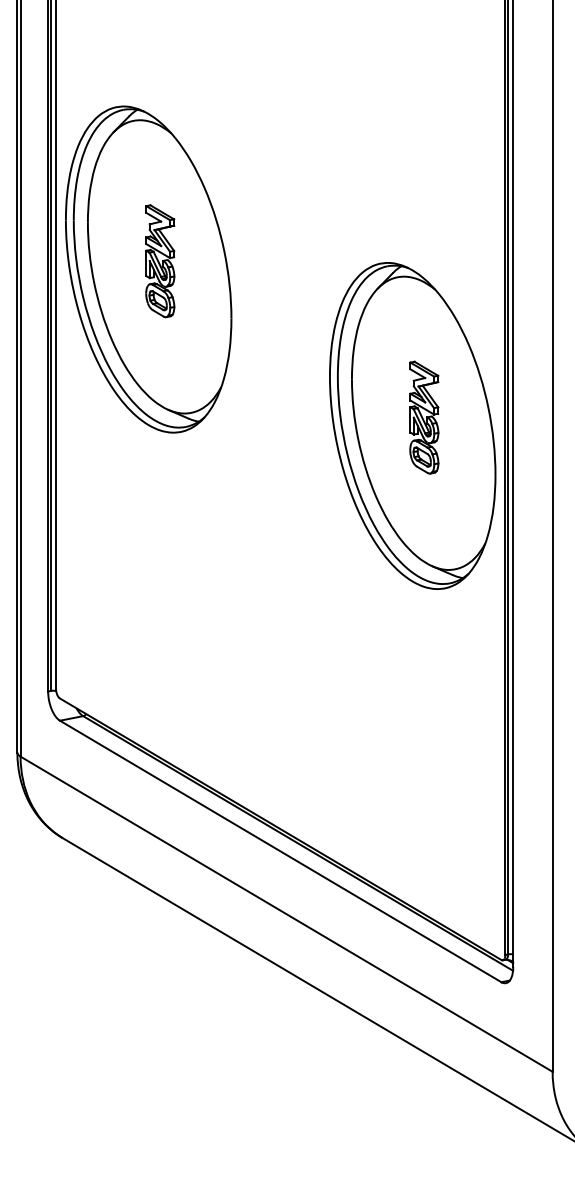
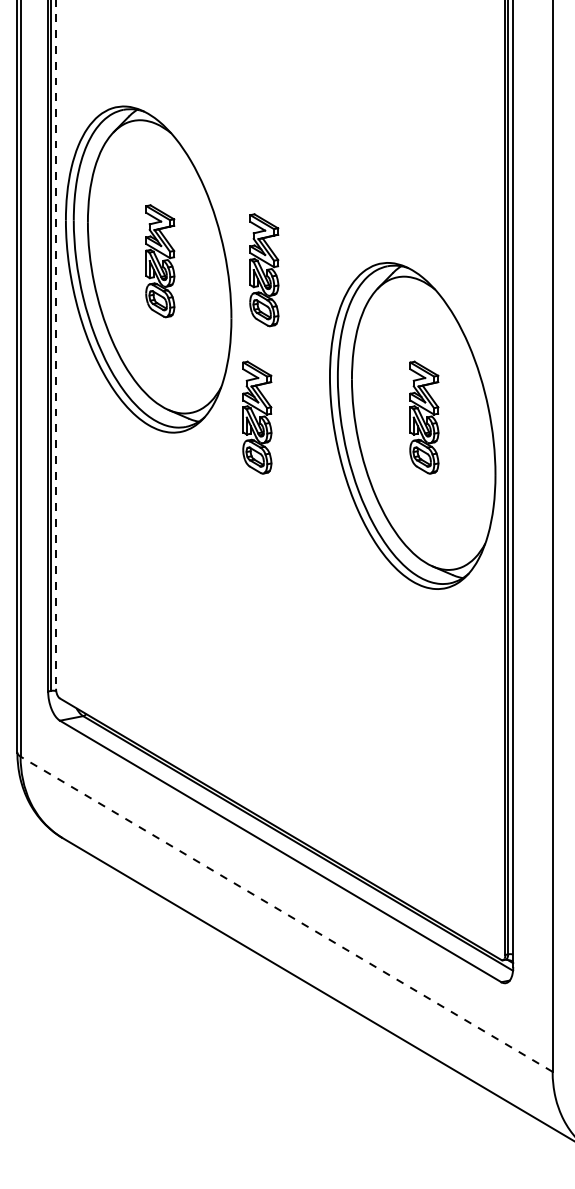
part at (264, 270): none -> present
line at (56, 344): solid -> dashed
part at (257, 417): none -> present
line at (286, 913): solid -> dashed
